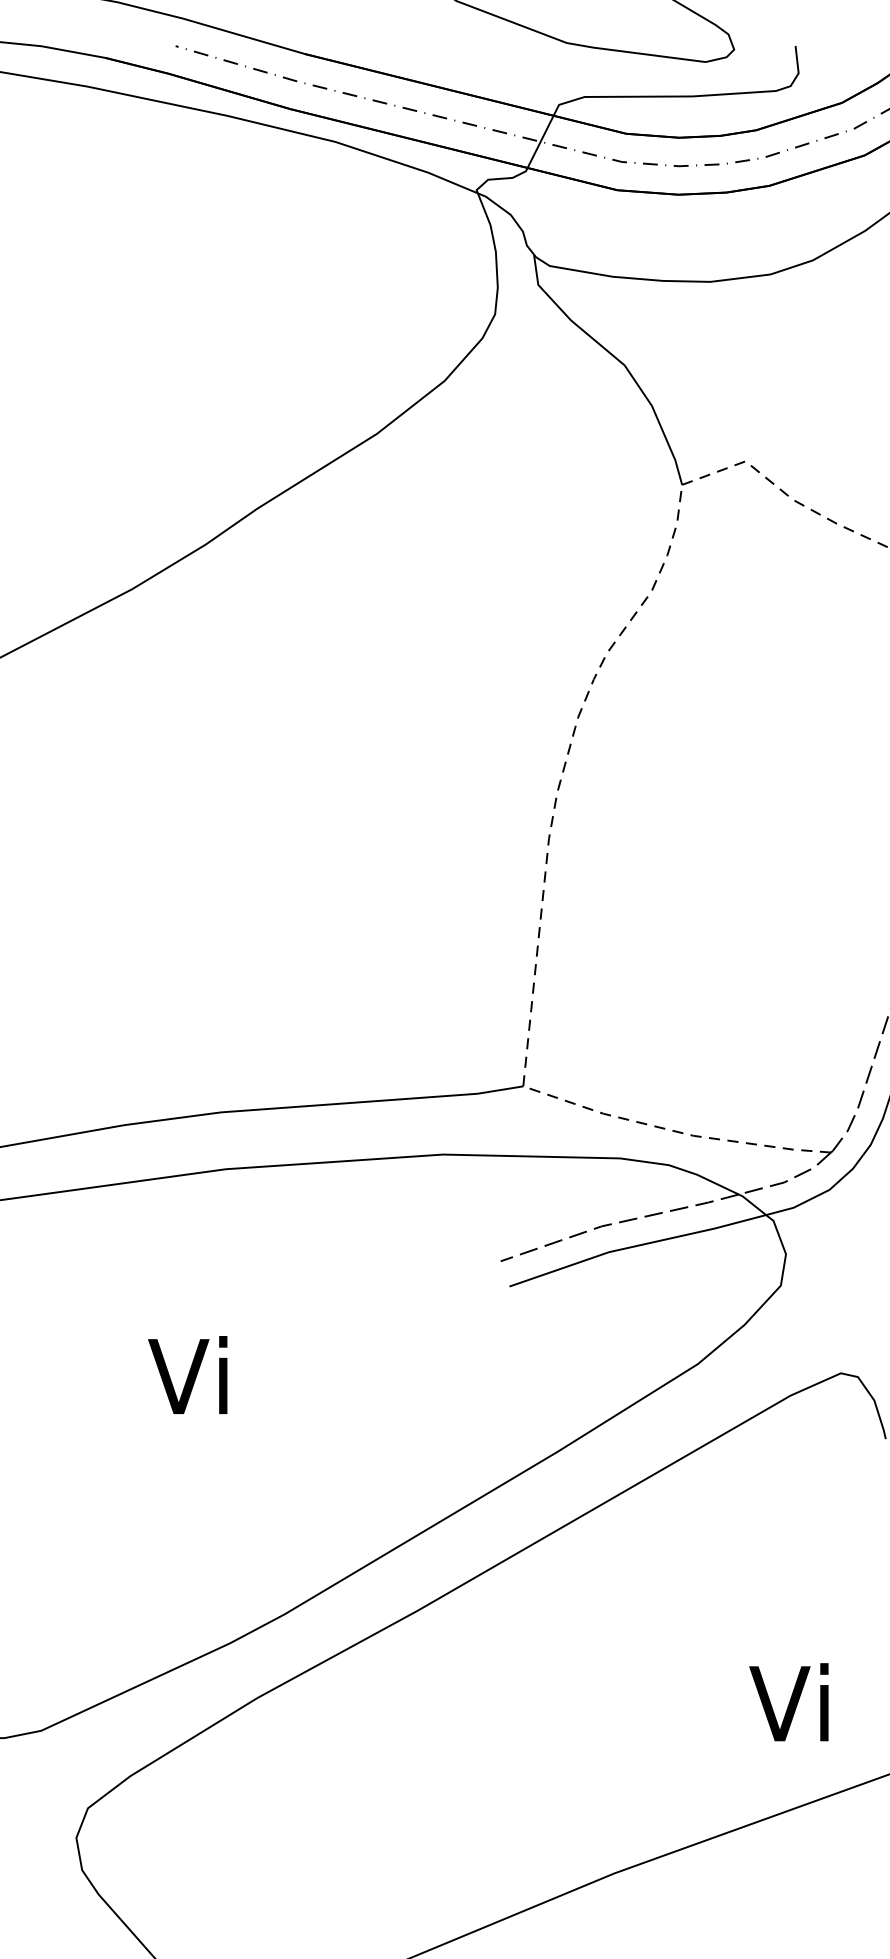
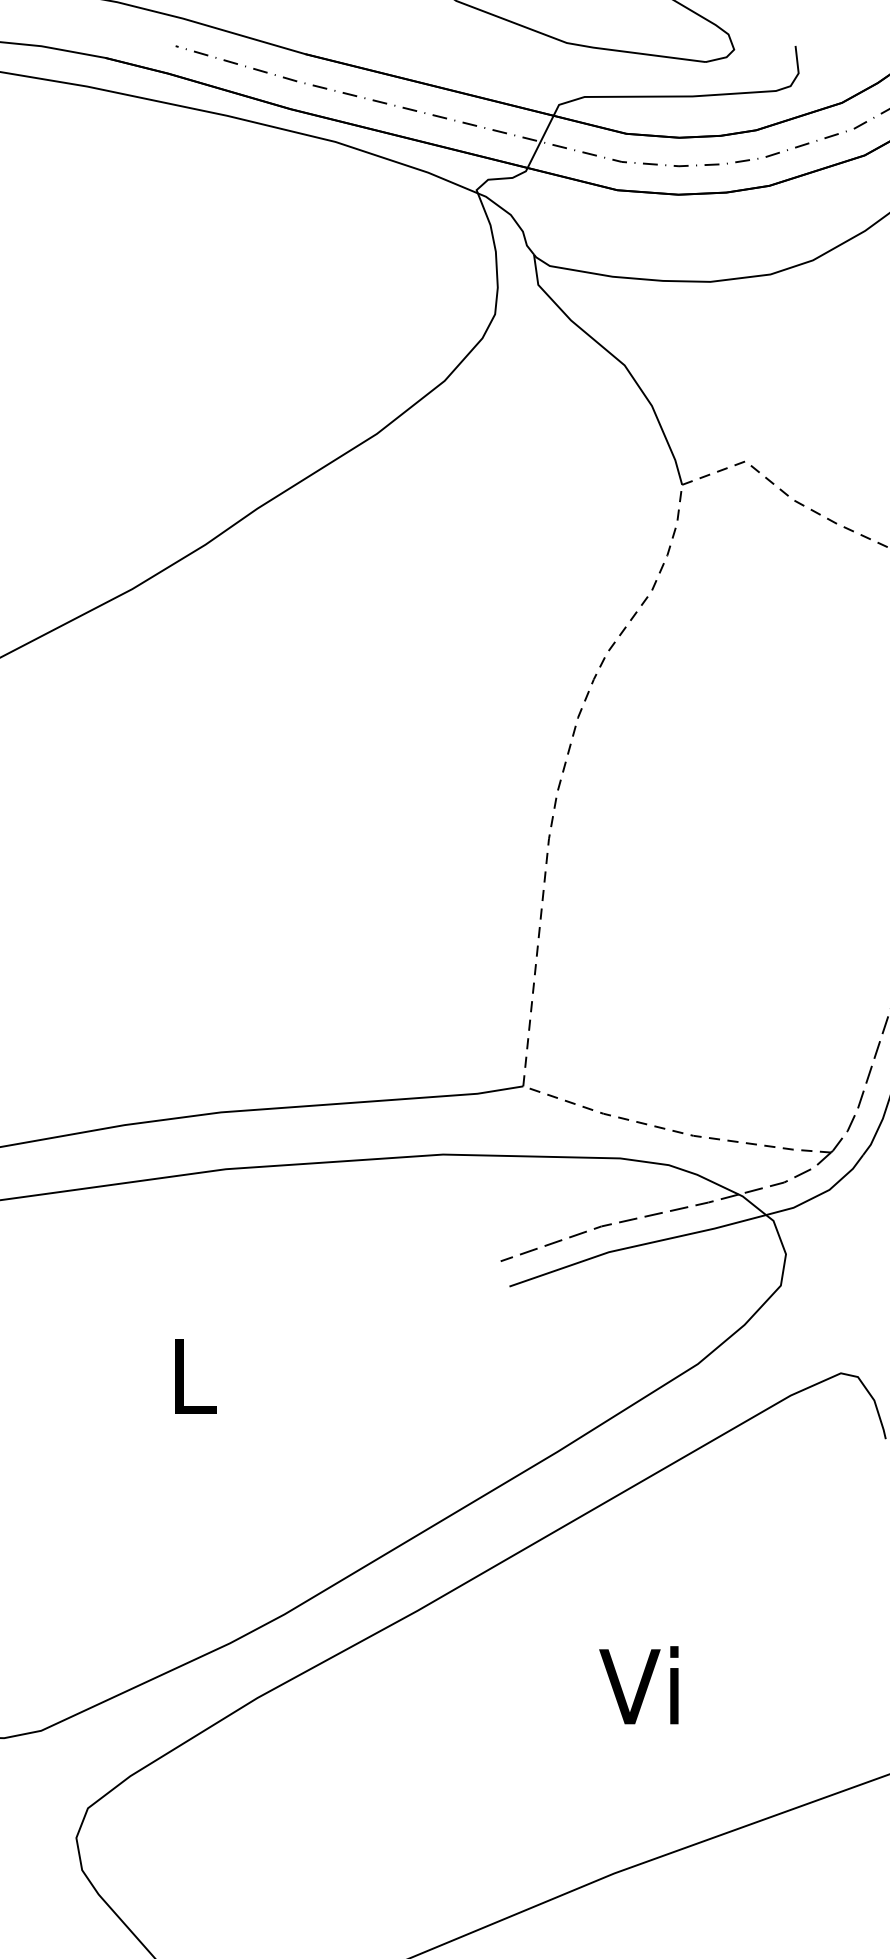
text at (187, 1375): Vi -> L
text at (788, 1702) position: (788, 1702) -> (638, 1685)
